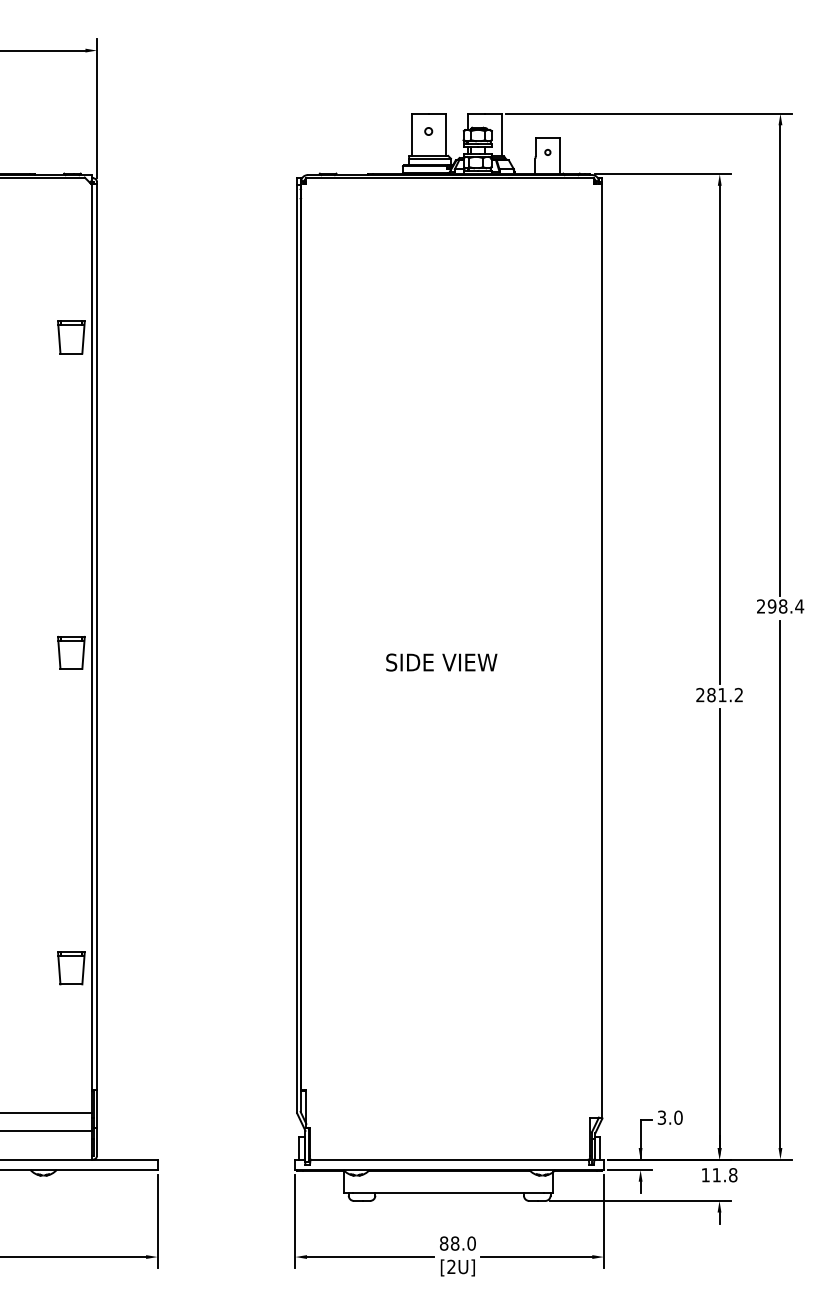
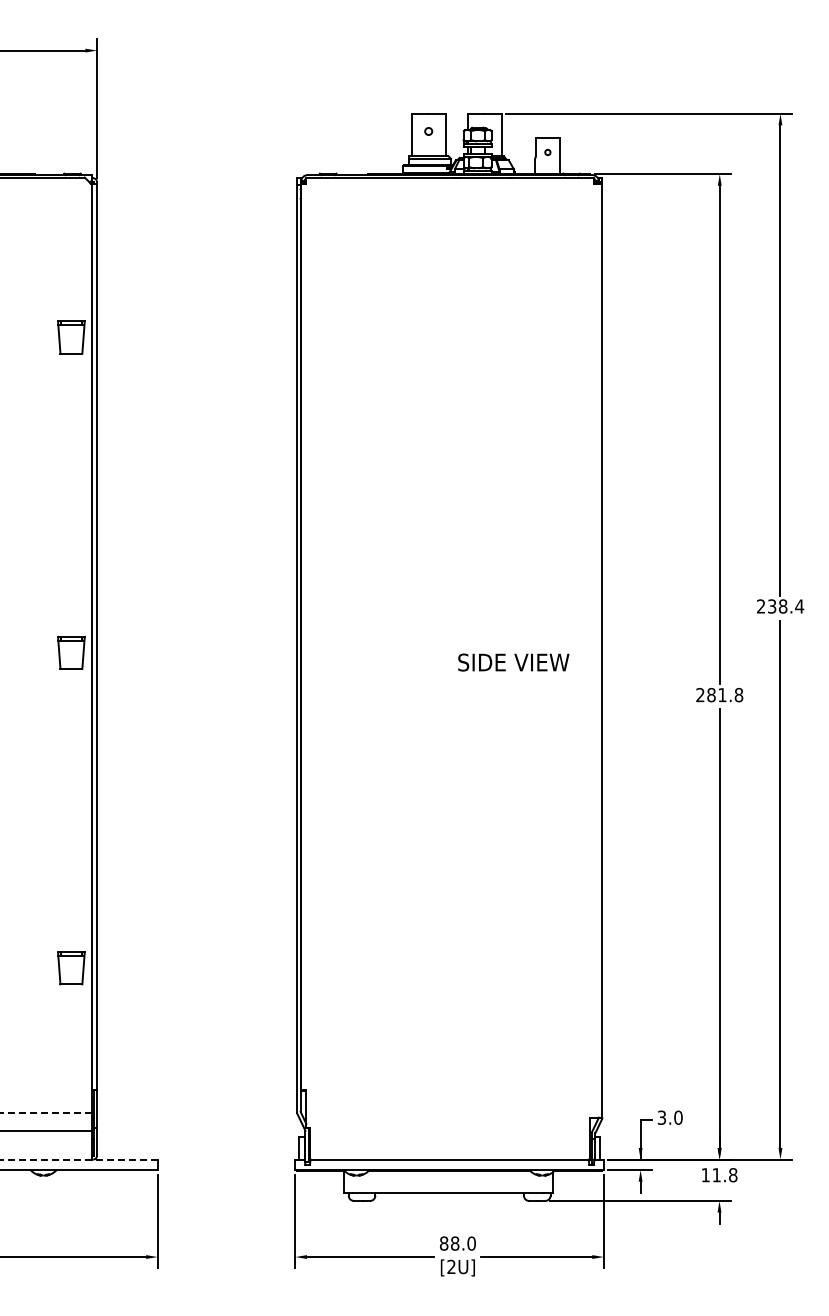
text at (771, 606): 298.4 -> 238.4
text at (441, 662) position: (441, 662) -> (513, 662)
text at (738, 695): 281.2 -> 281.8
line at (45, 1113): solid -> dashed
line at (78, 1159): solid -> dashed
